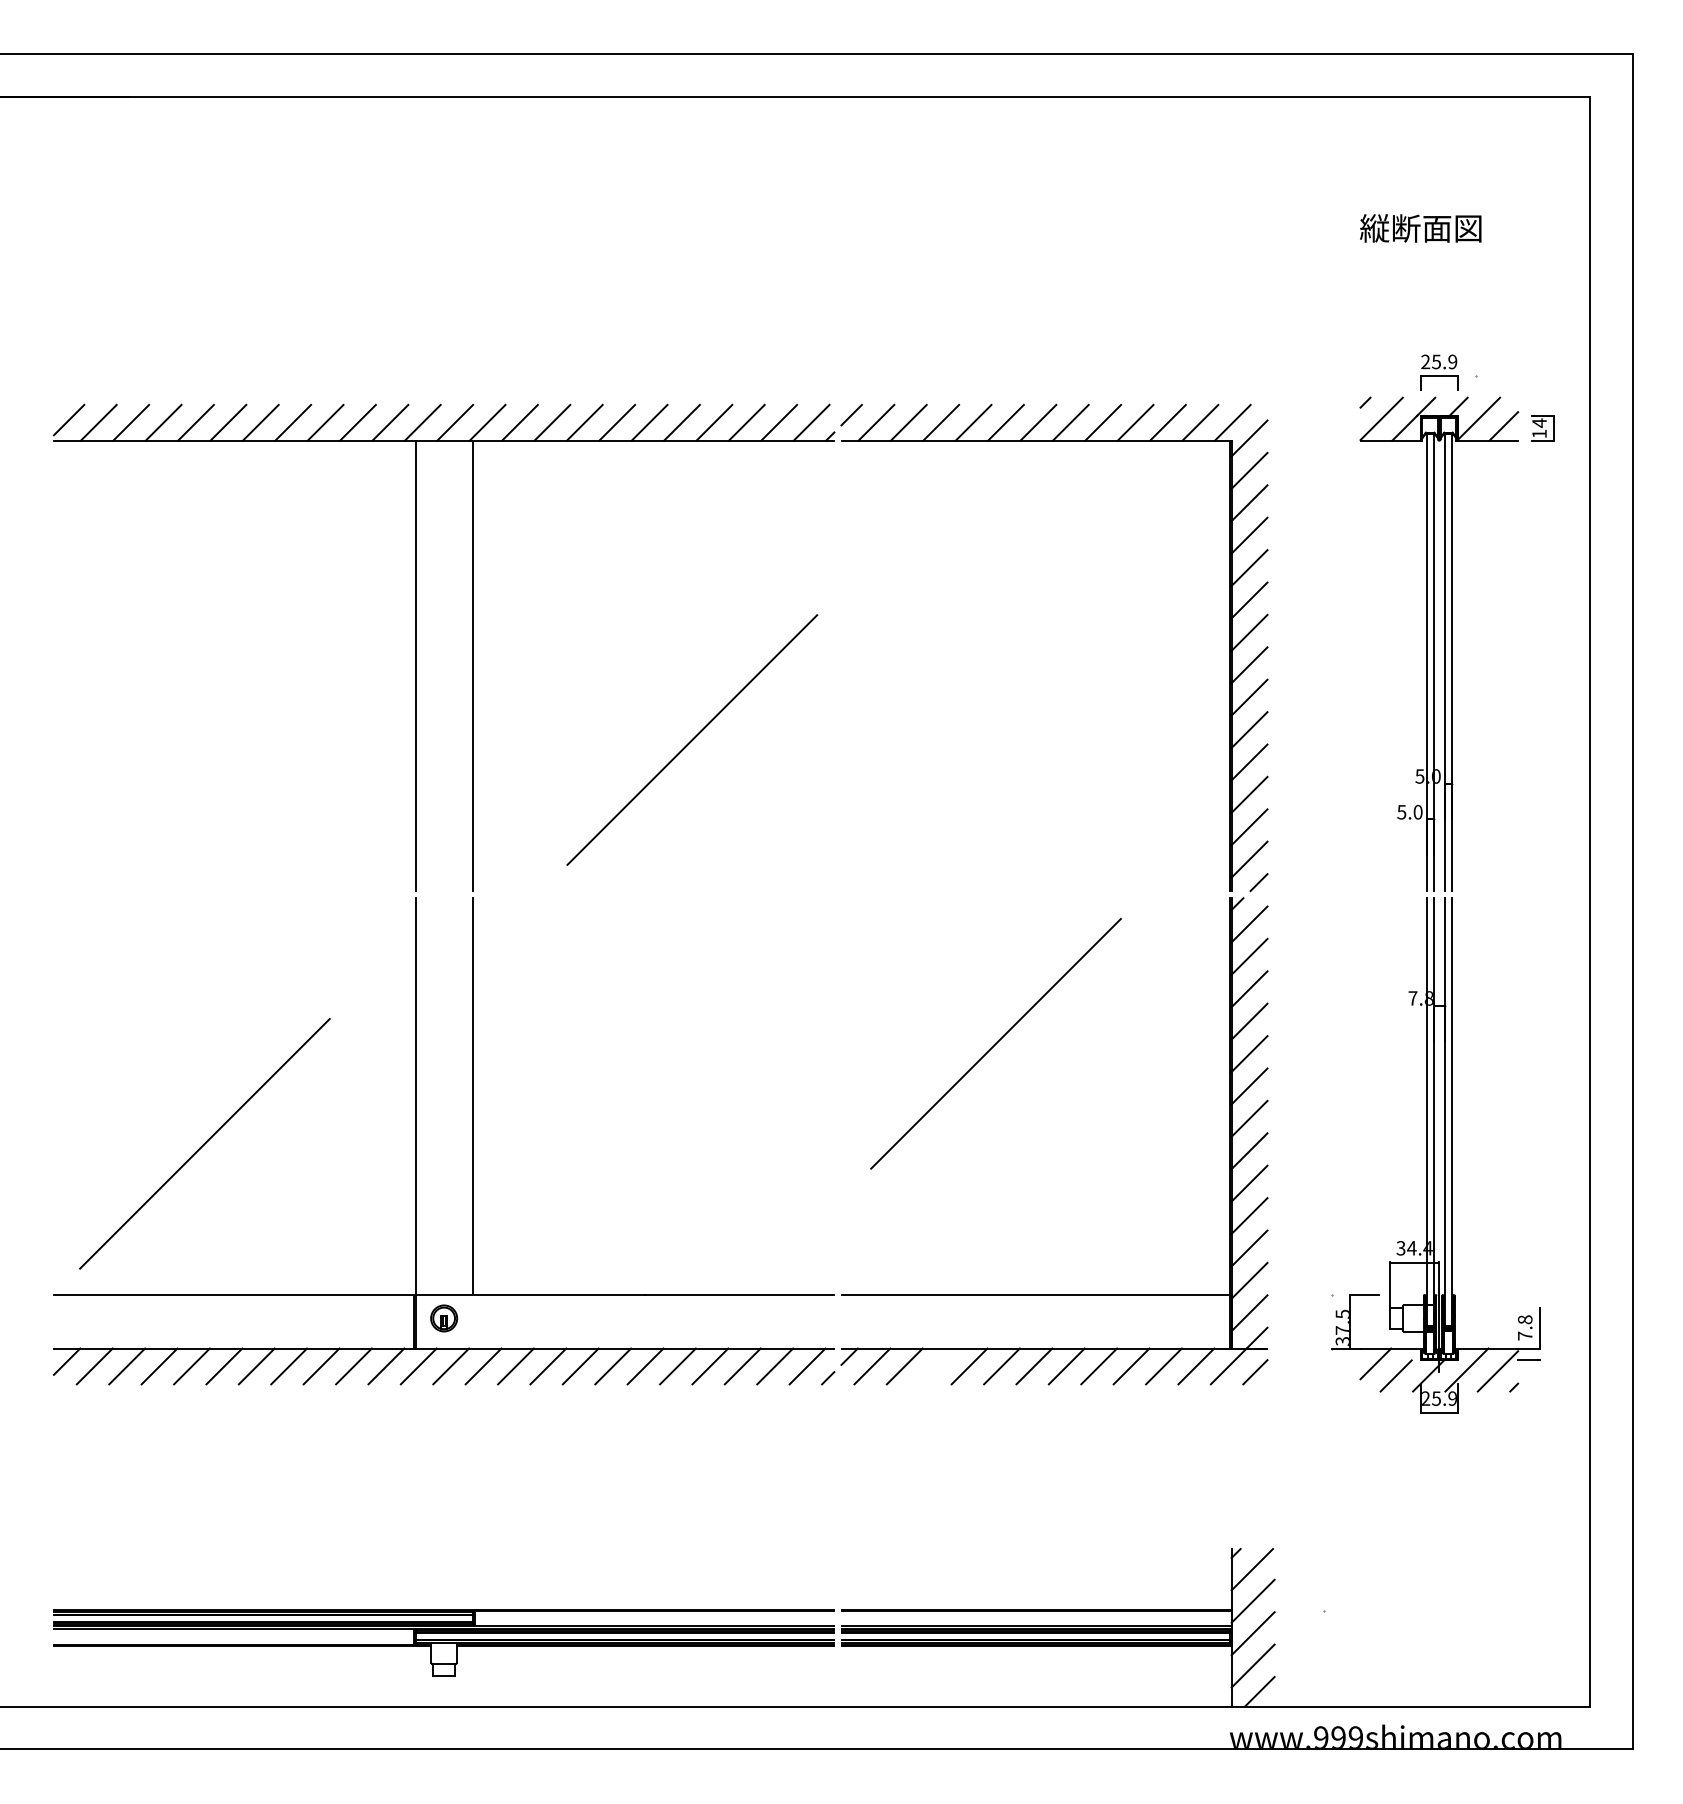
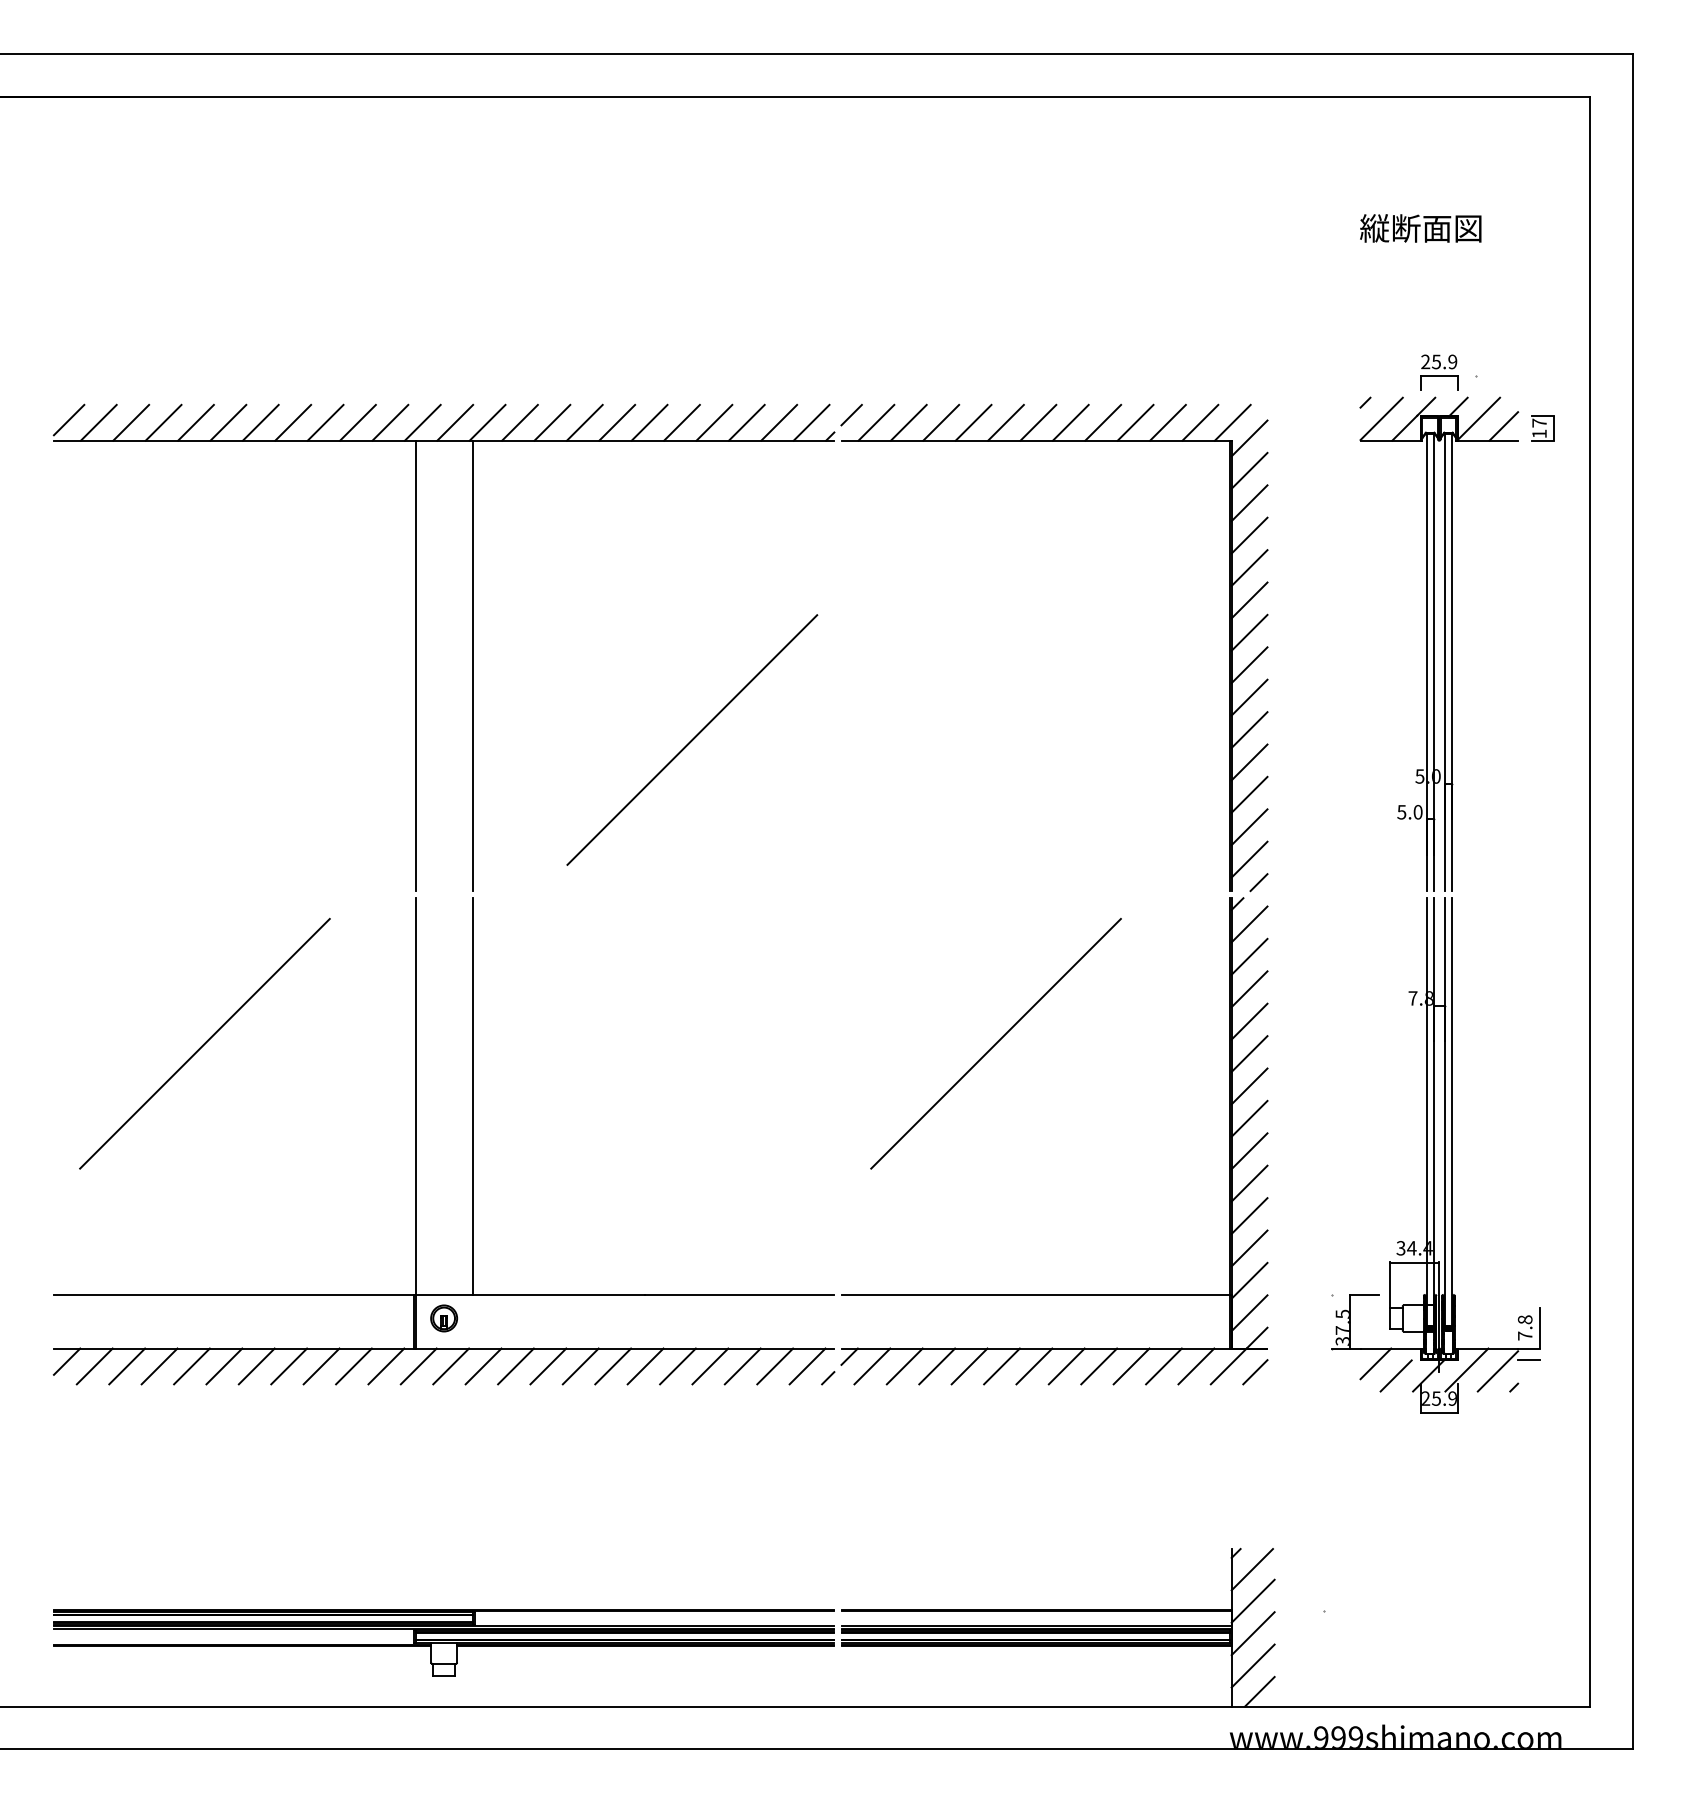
text at (1539, 423): 14 -> 17
line at (204, 1143) position: (204, 1143) -> (204, 1043)
line at (937, 1366): none -> present
